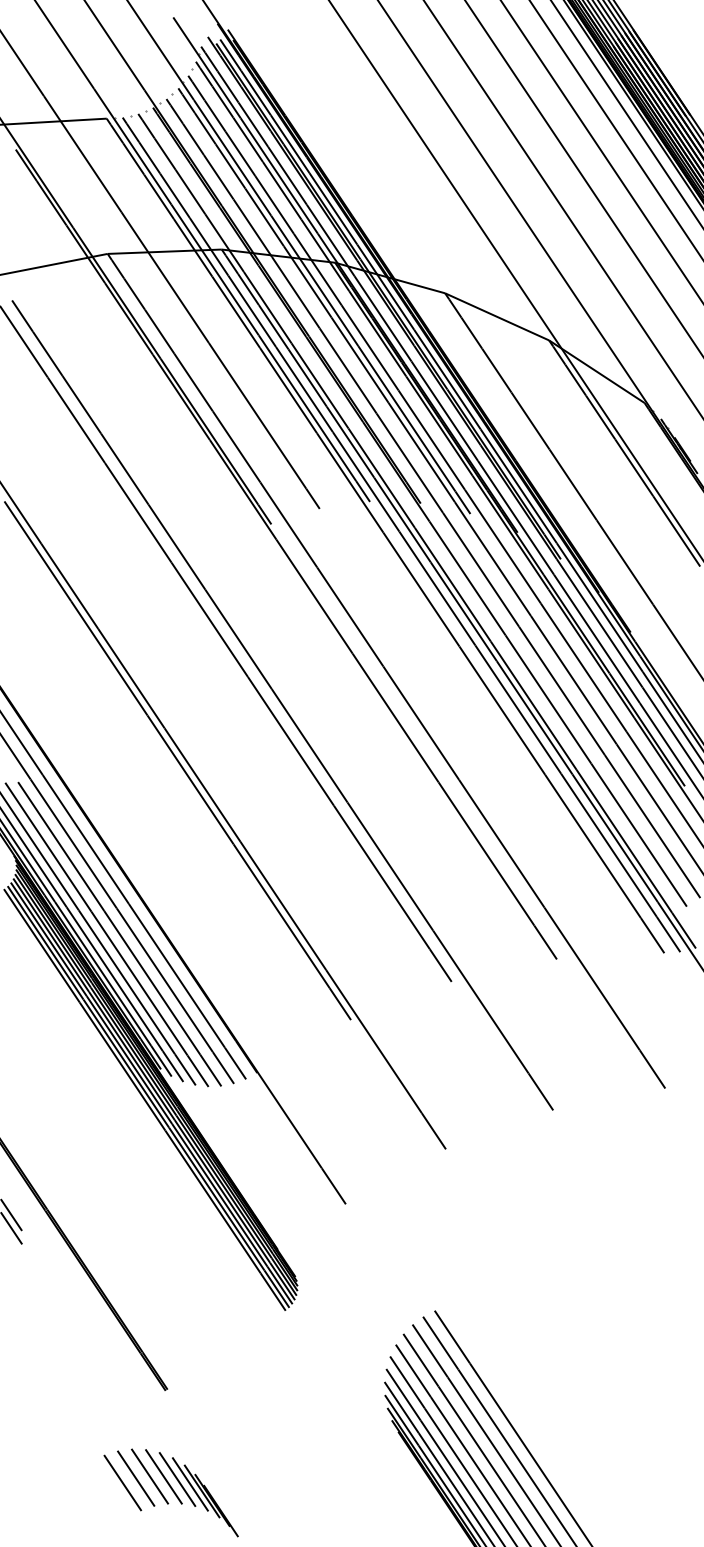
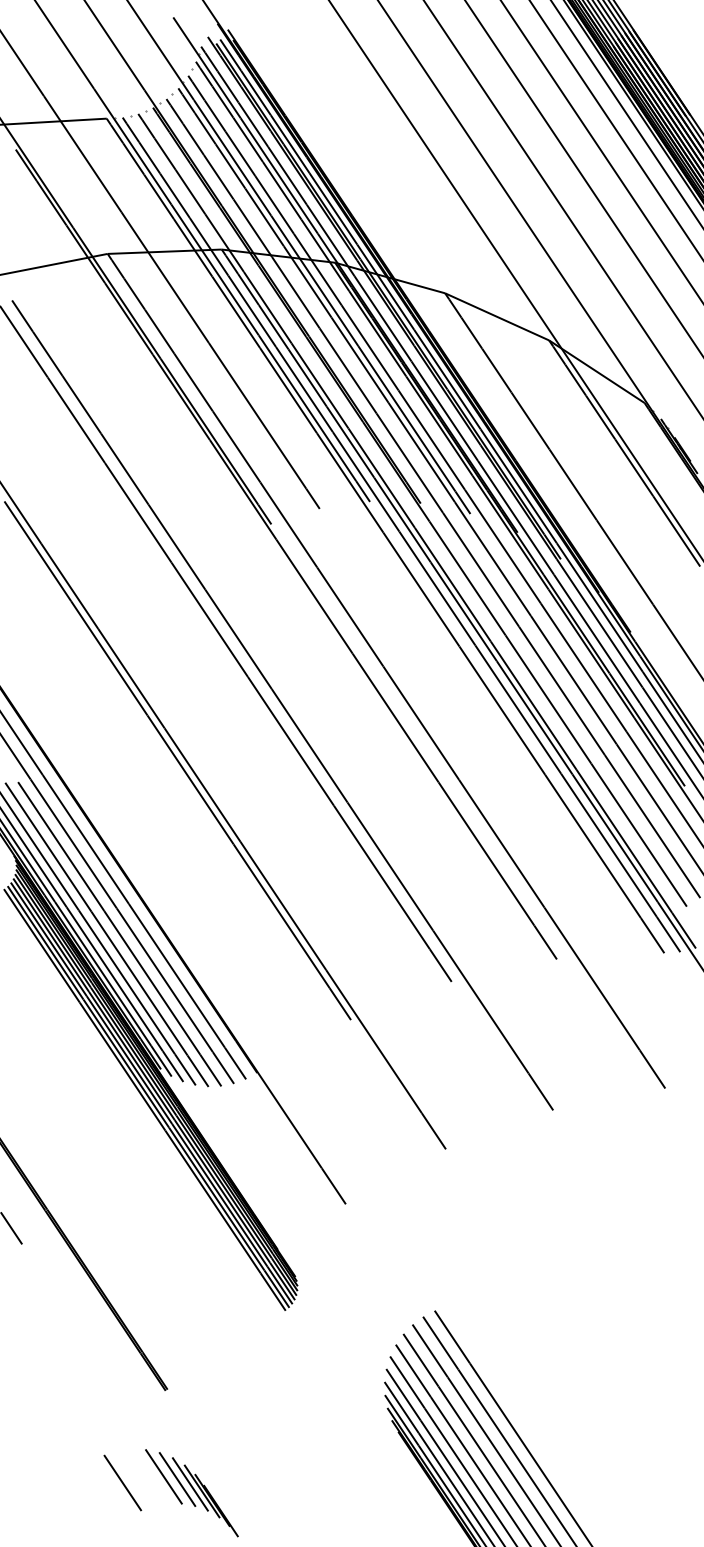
line at (12, 1215): present -> none
line at (149, 1476): present -> none
line at (135, 1478): present -> none
